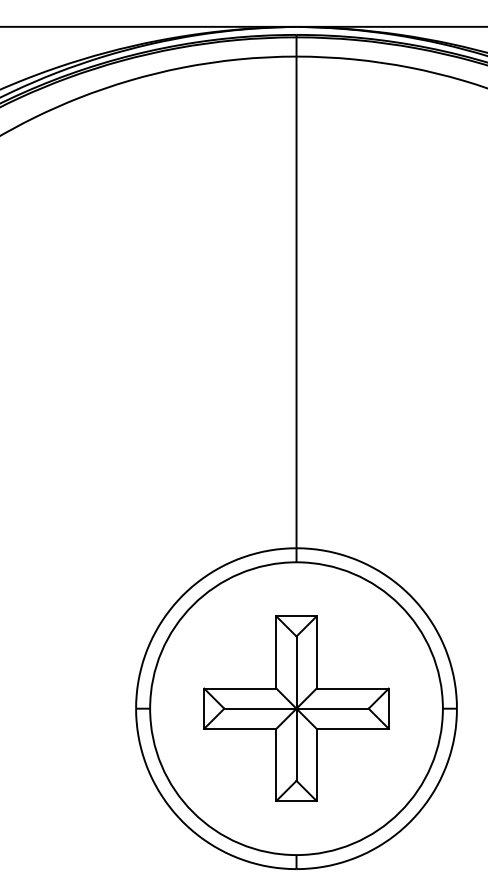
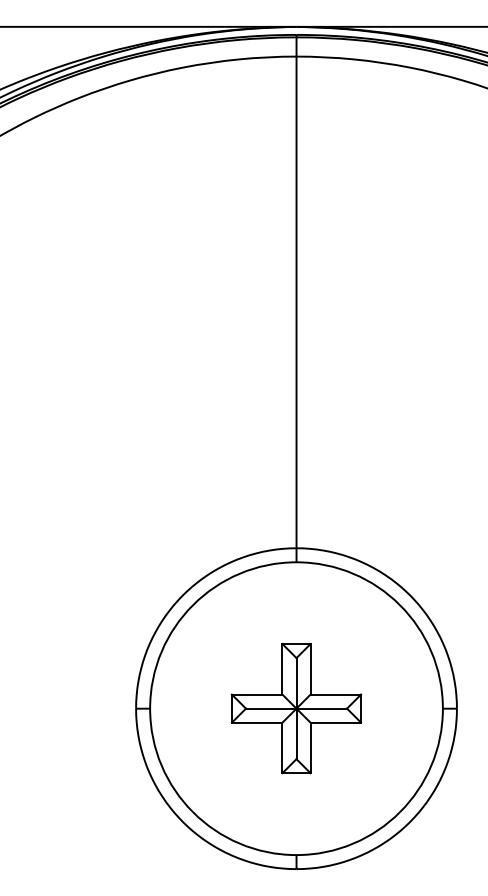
part at (296, 708) size: 187x187 px -> 133x132 px
